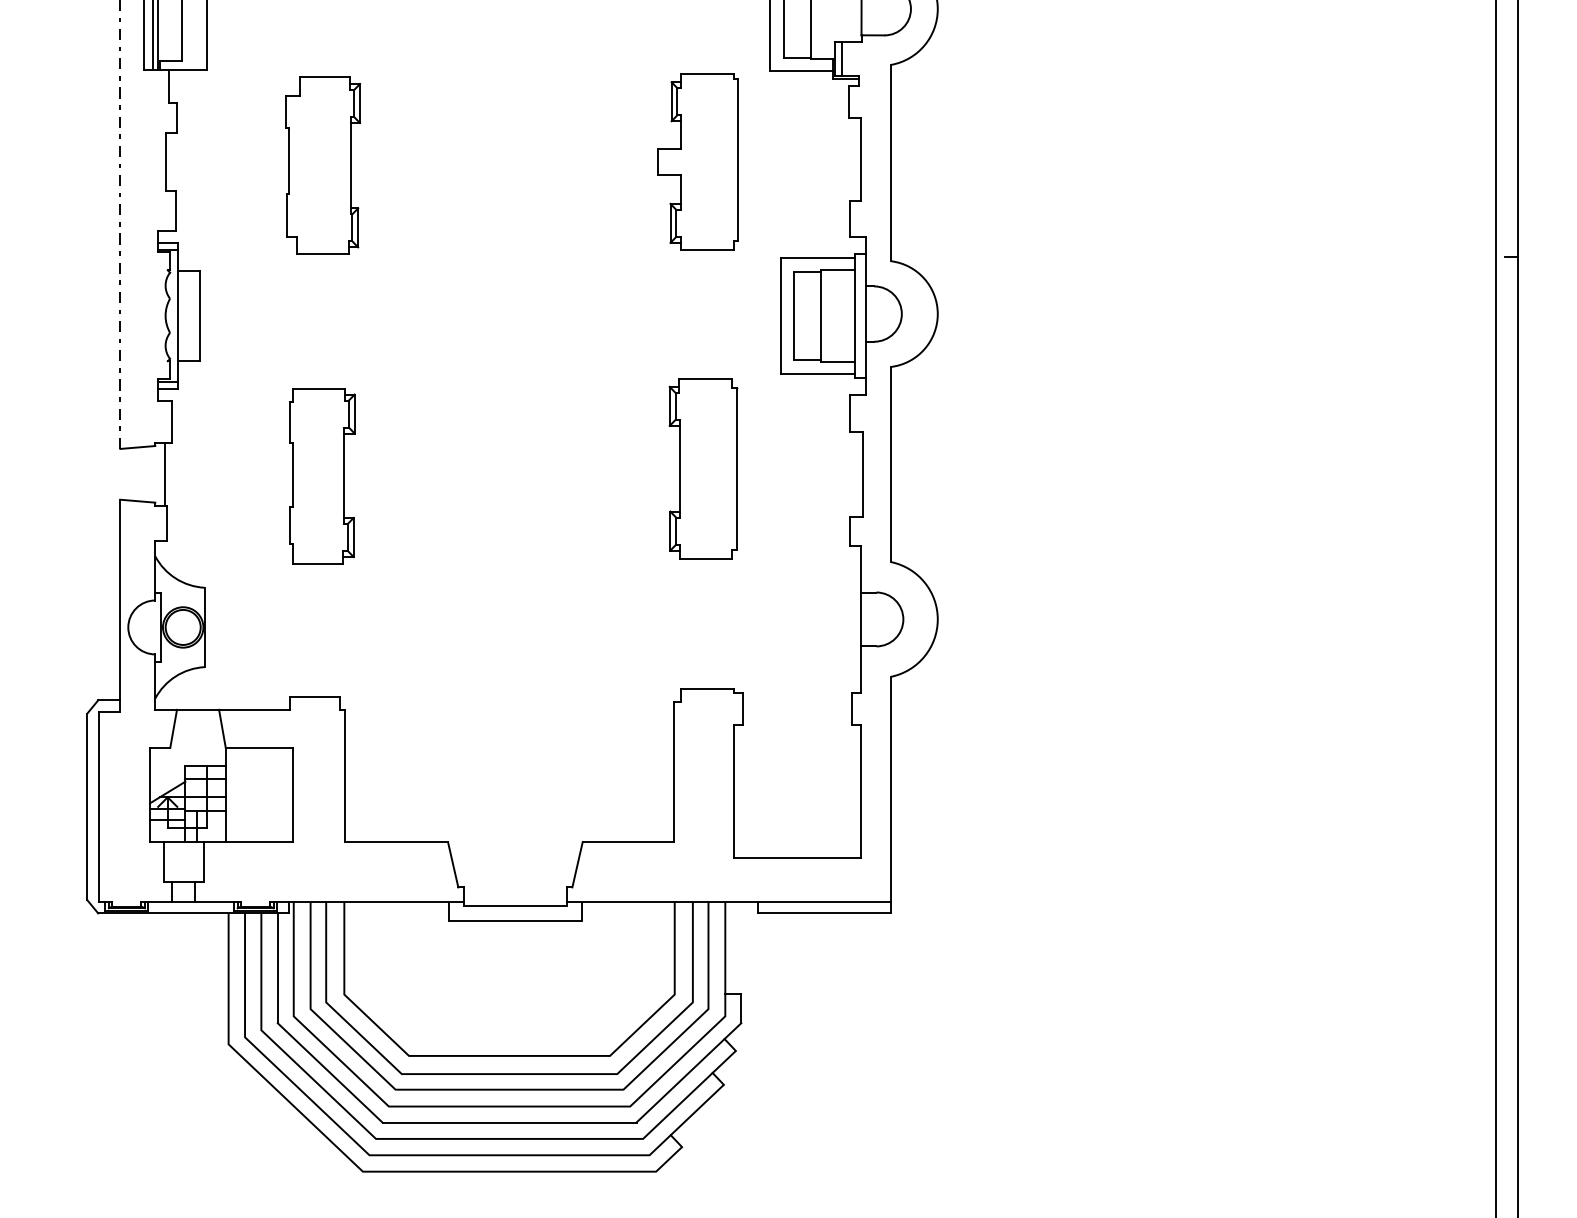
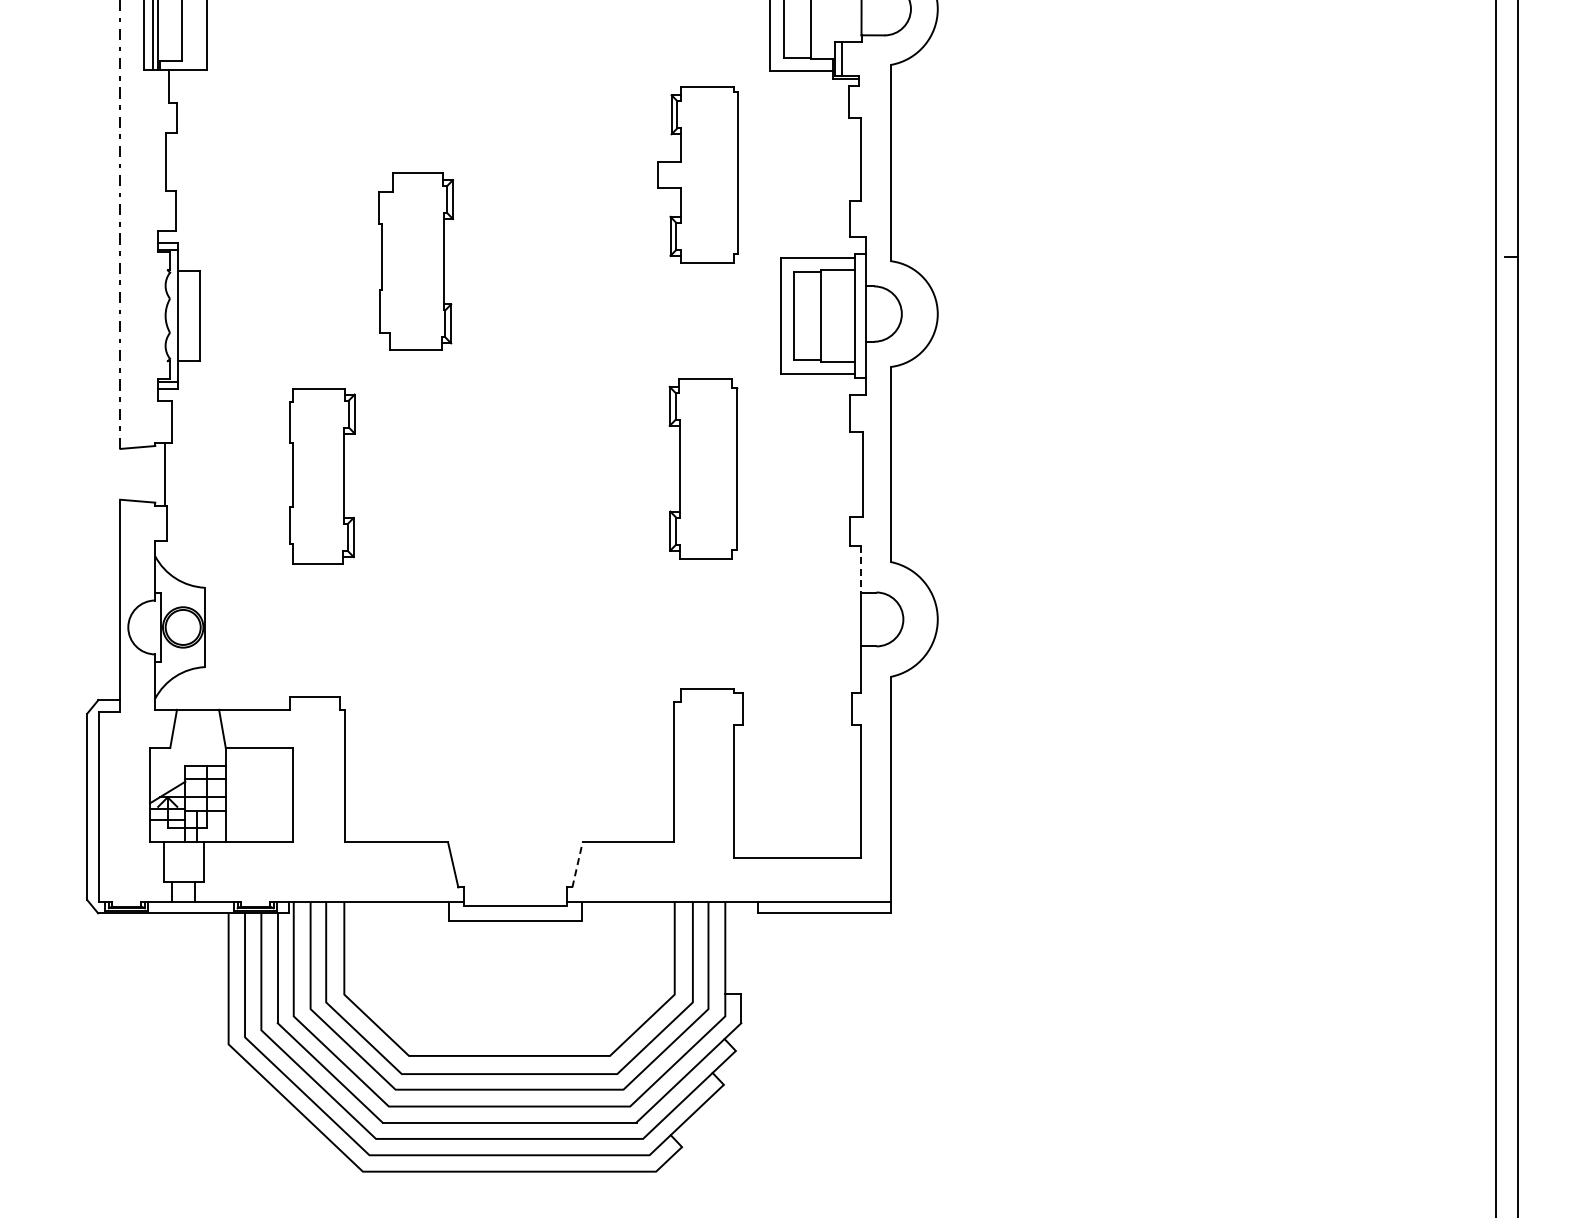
part at (697, 161) position: (697, 161) -> (697, 174)
part at (322, 165) position: (322, 165) -> (415, 261)
line at (860, 569): solid -> dashed
line at (577, 864): solid -> dashed
